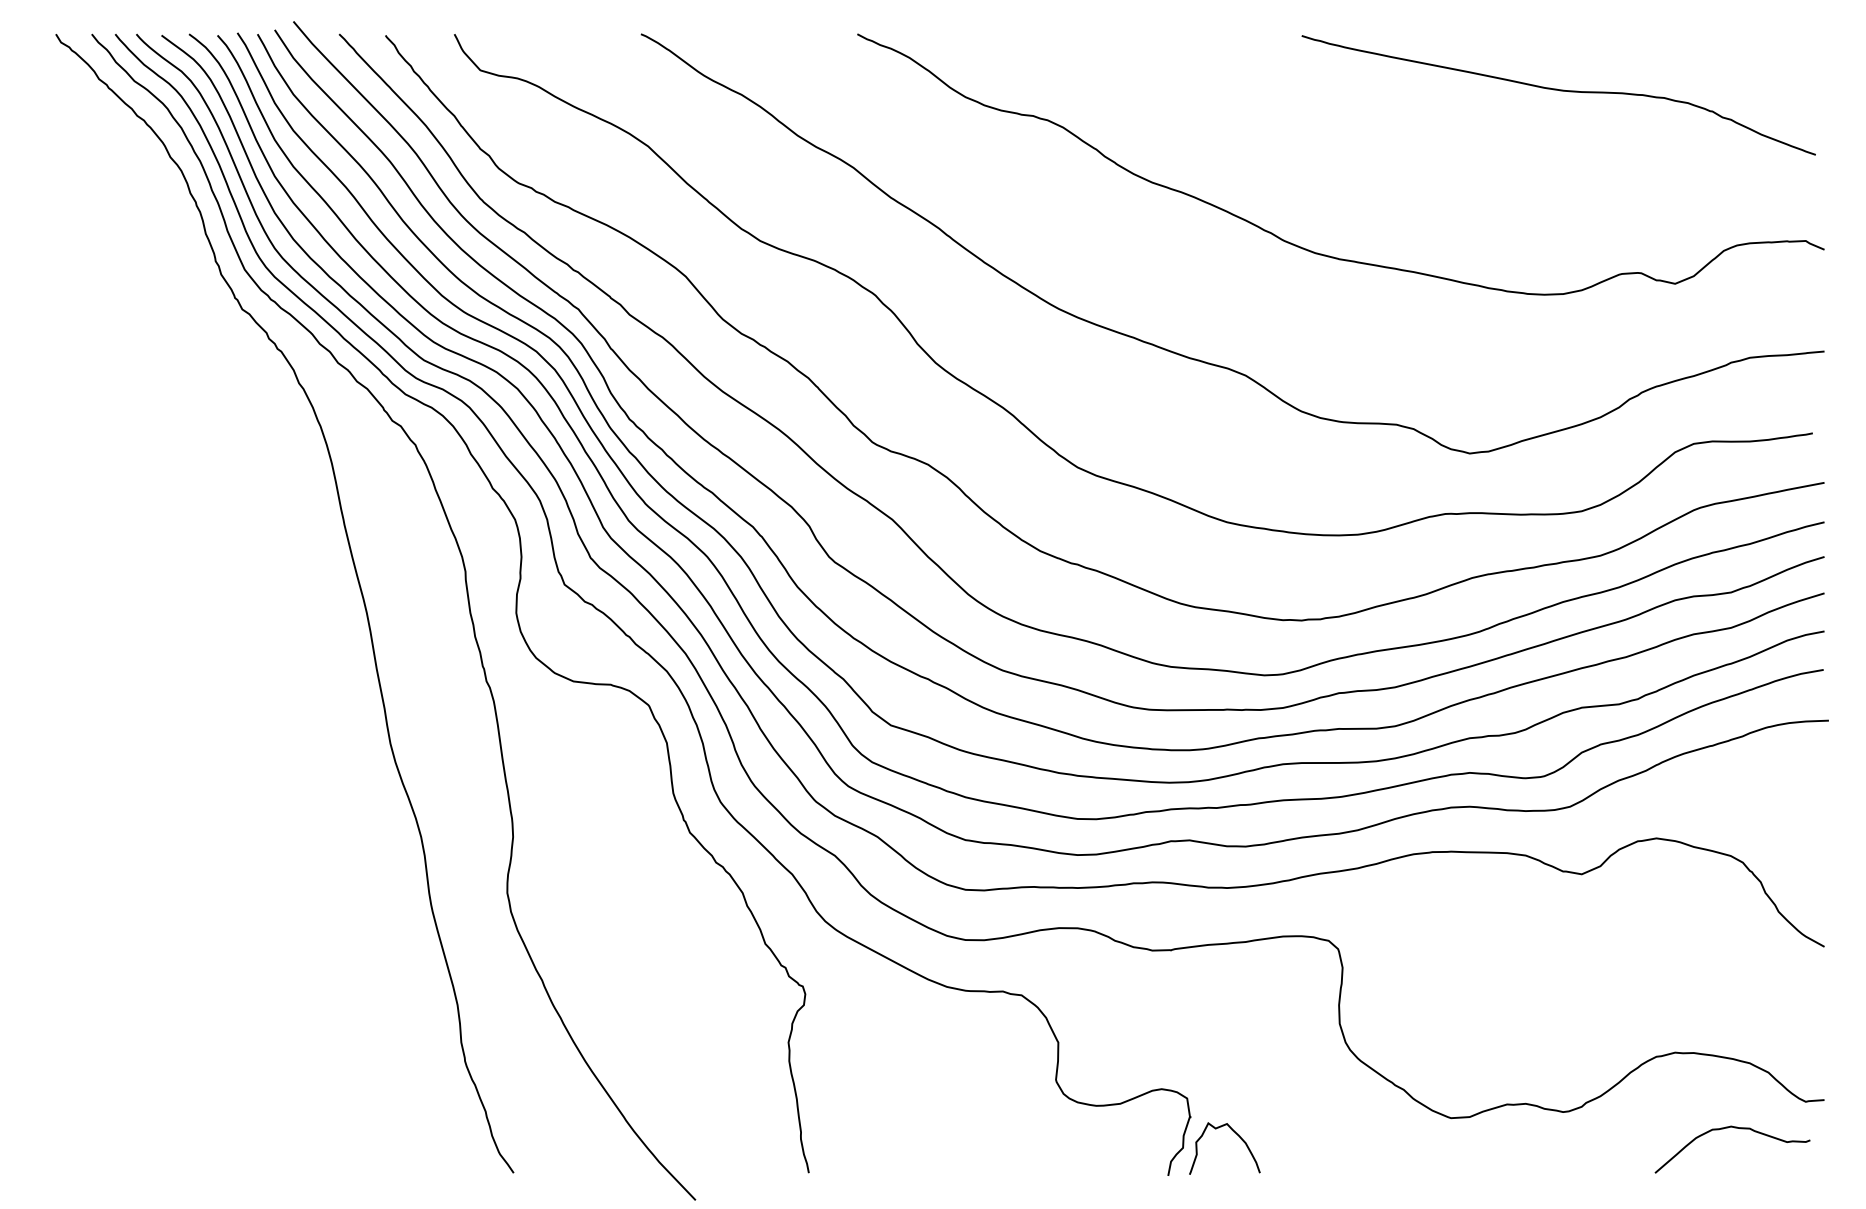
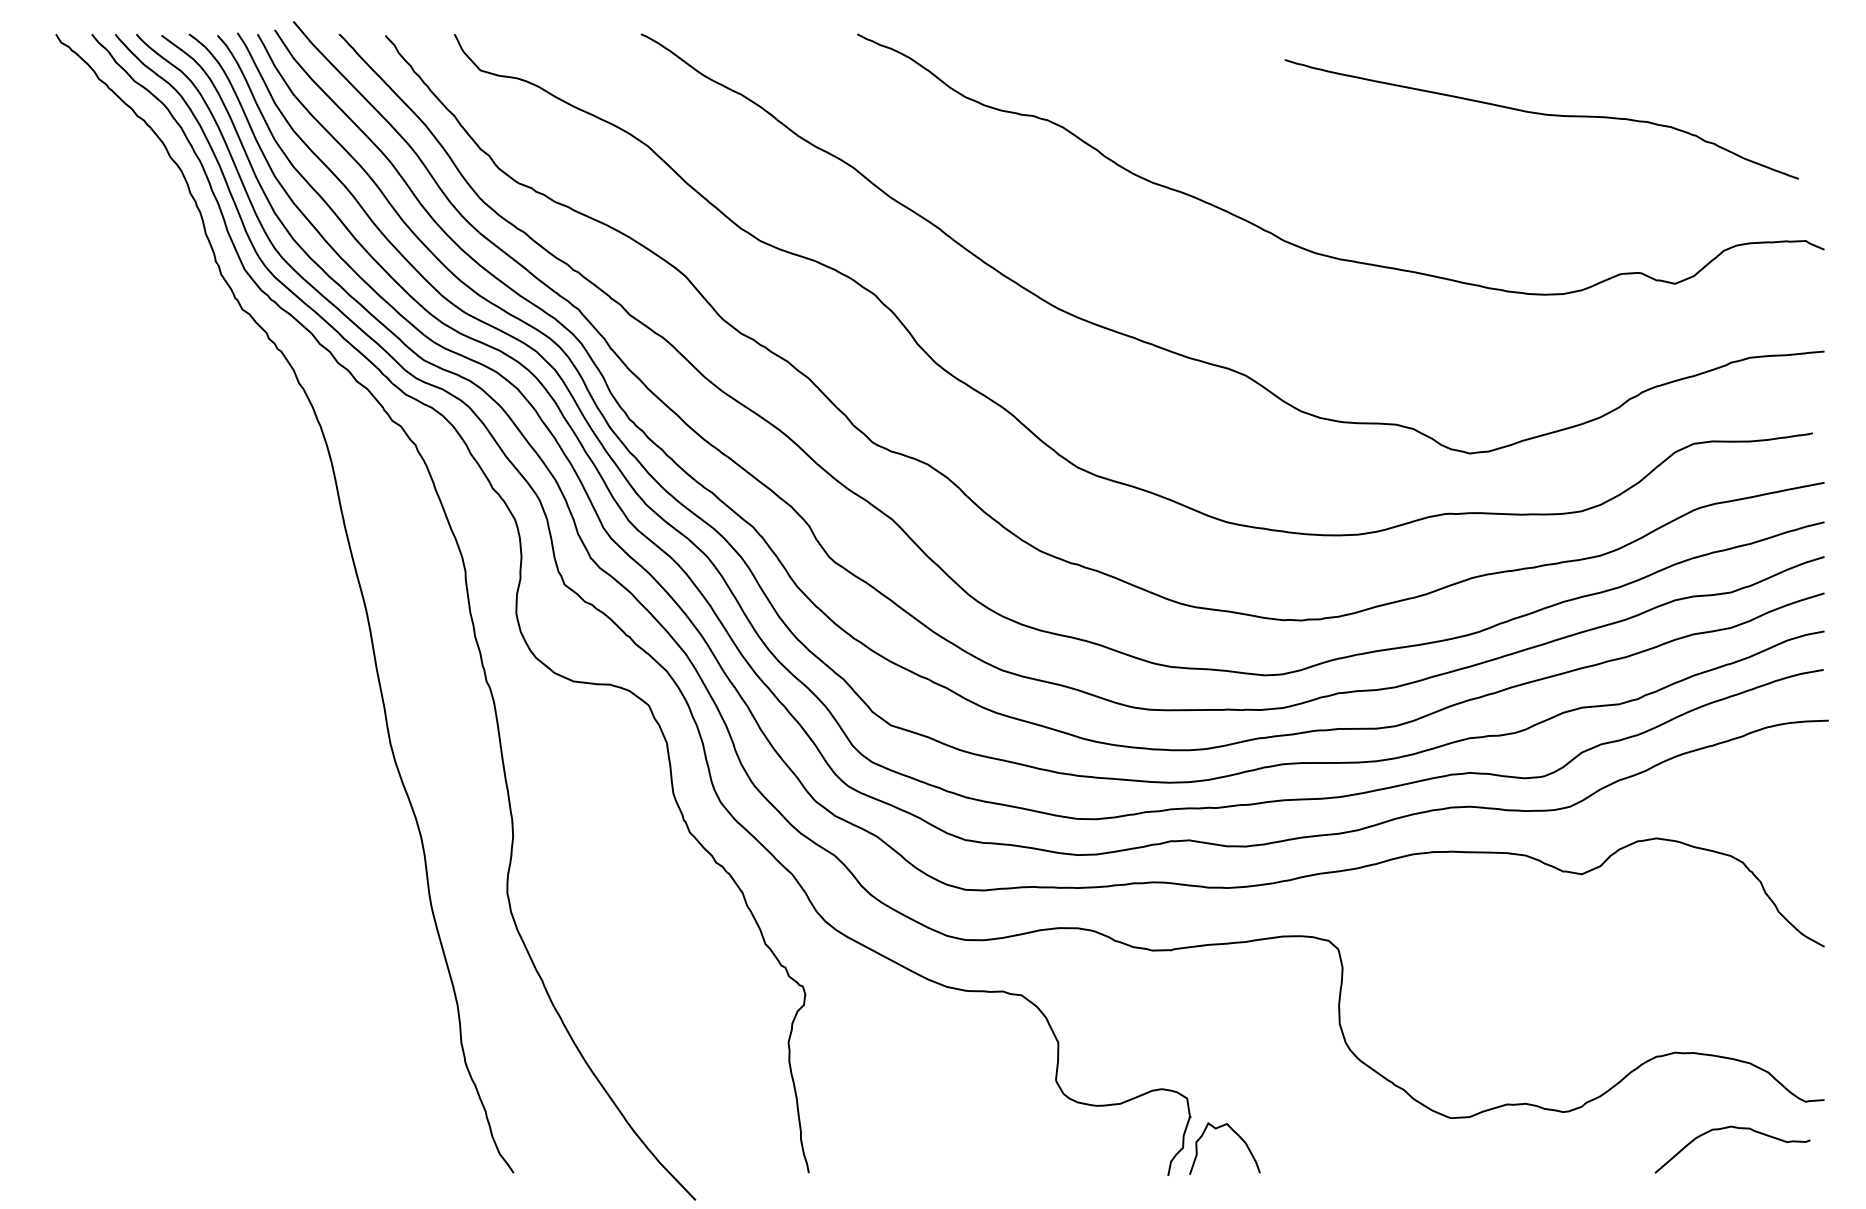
curve at (1560, 91) position: (1560, 91) -> (1543, 115)
